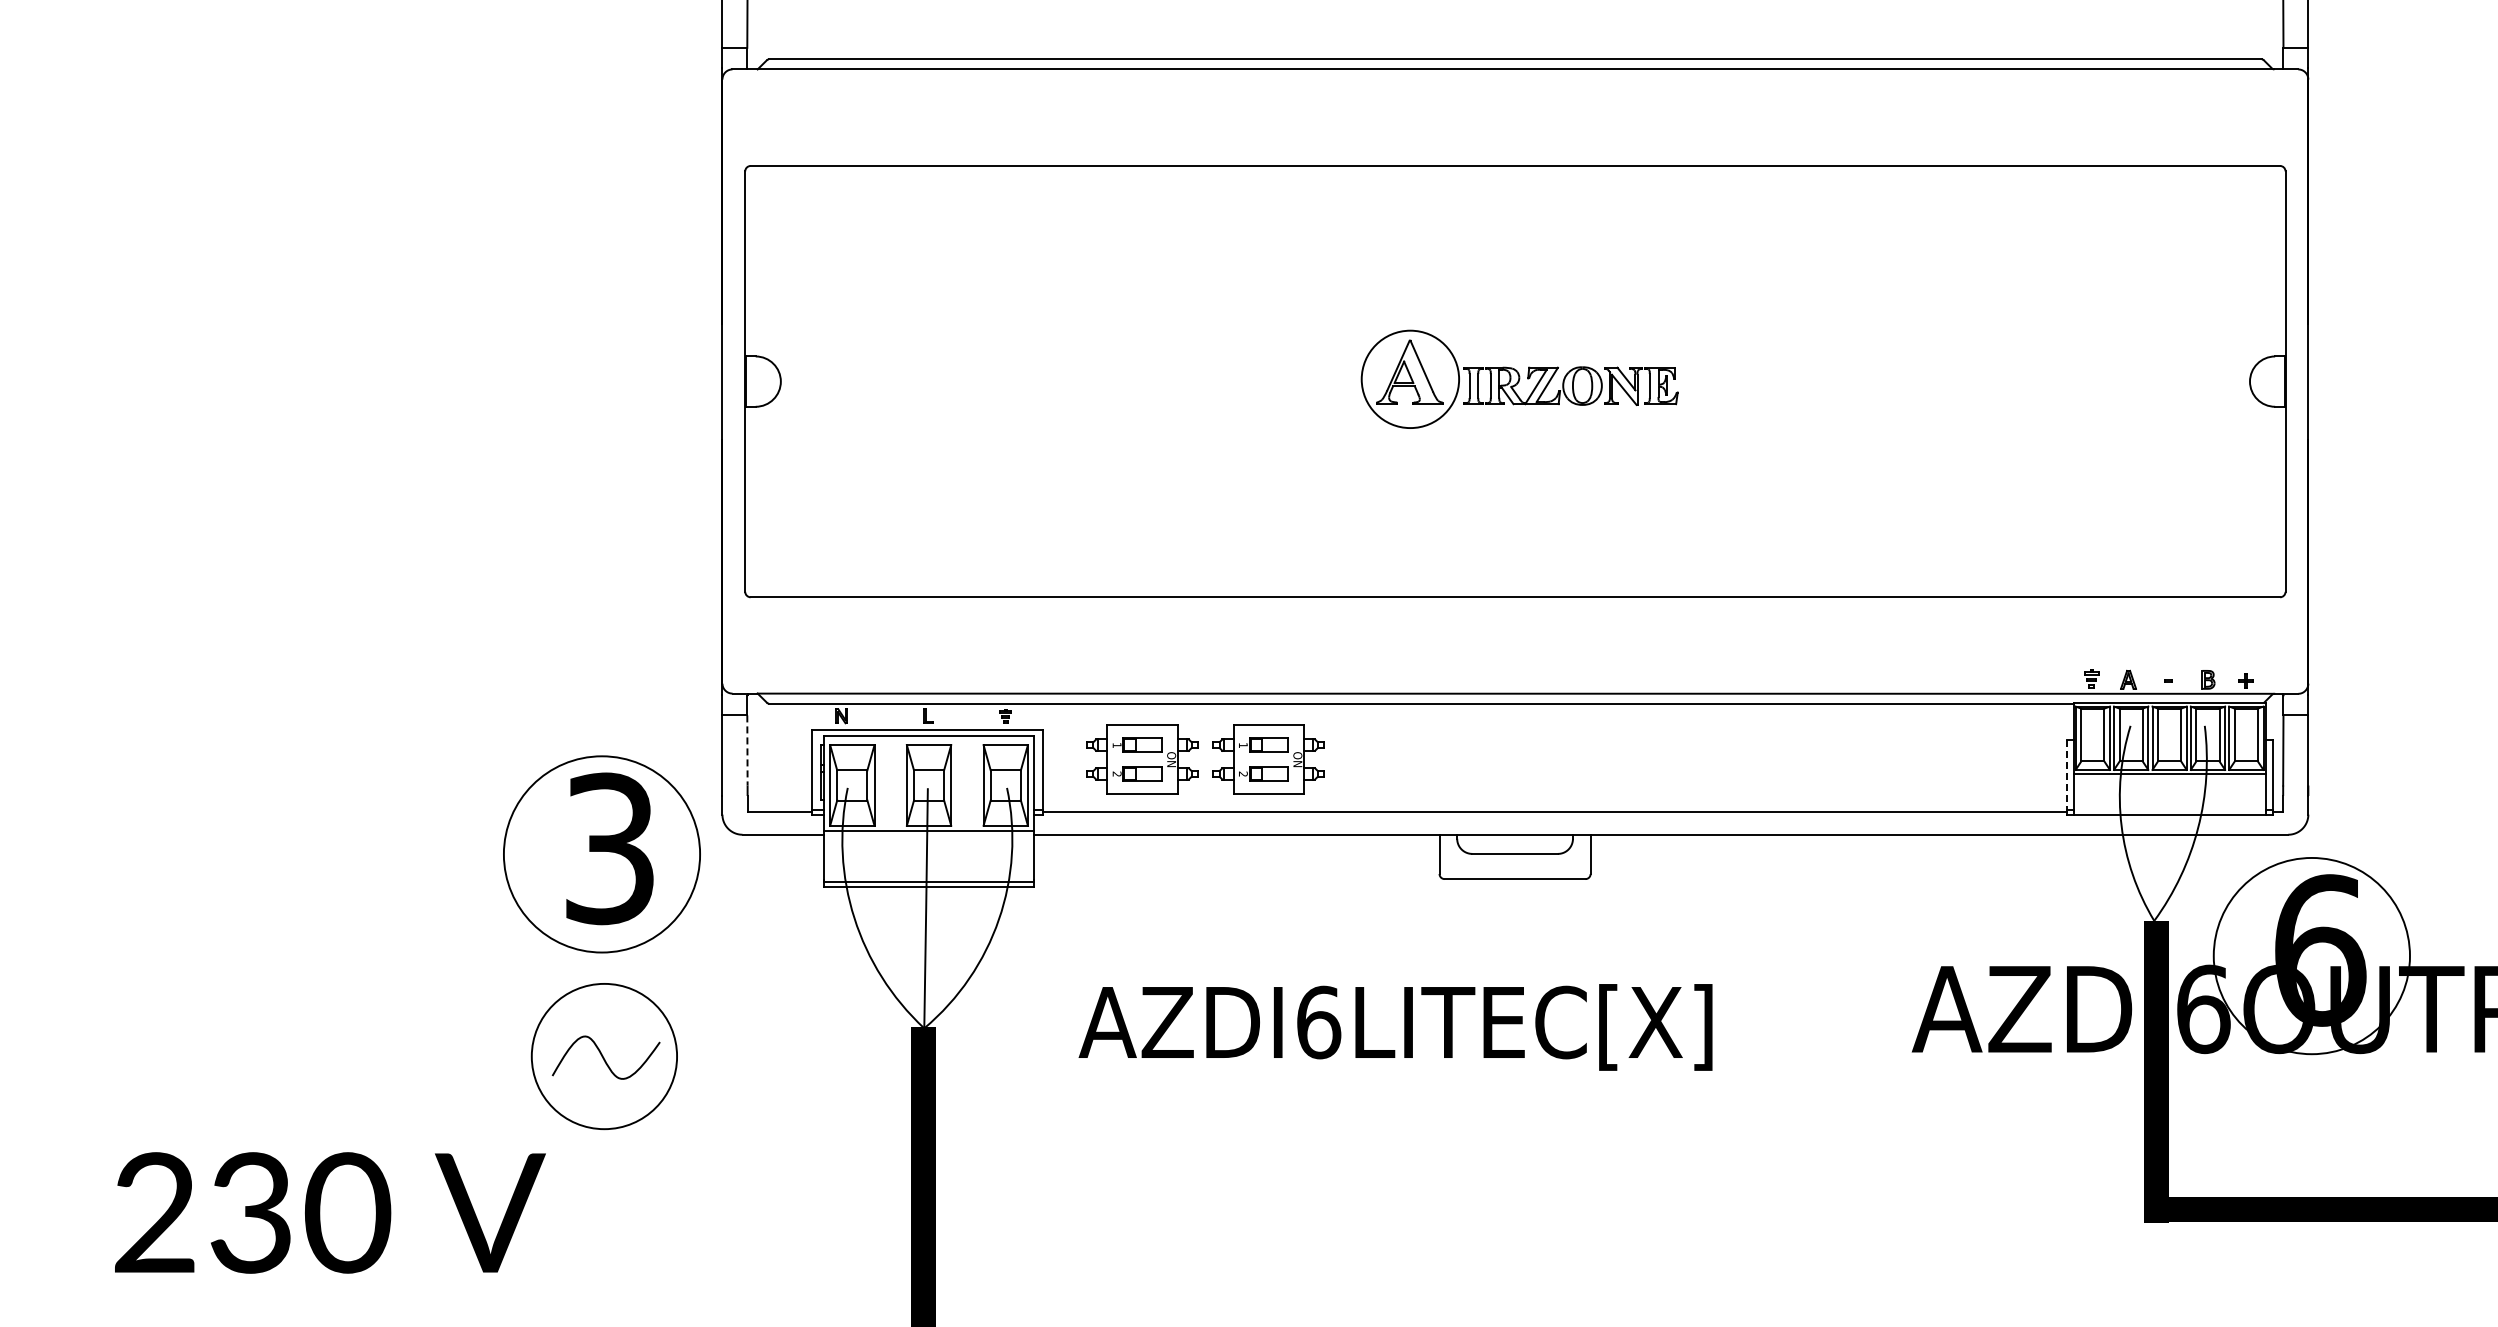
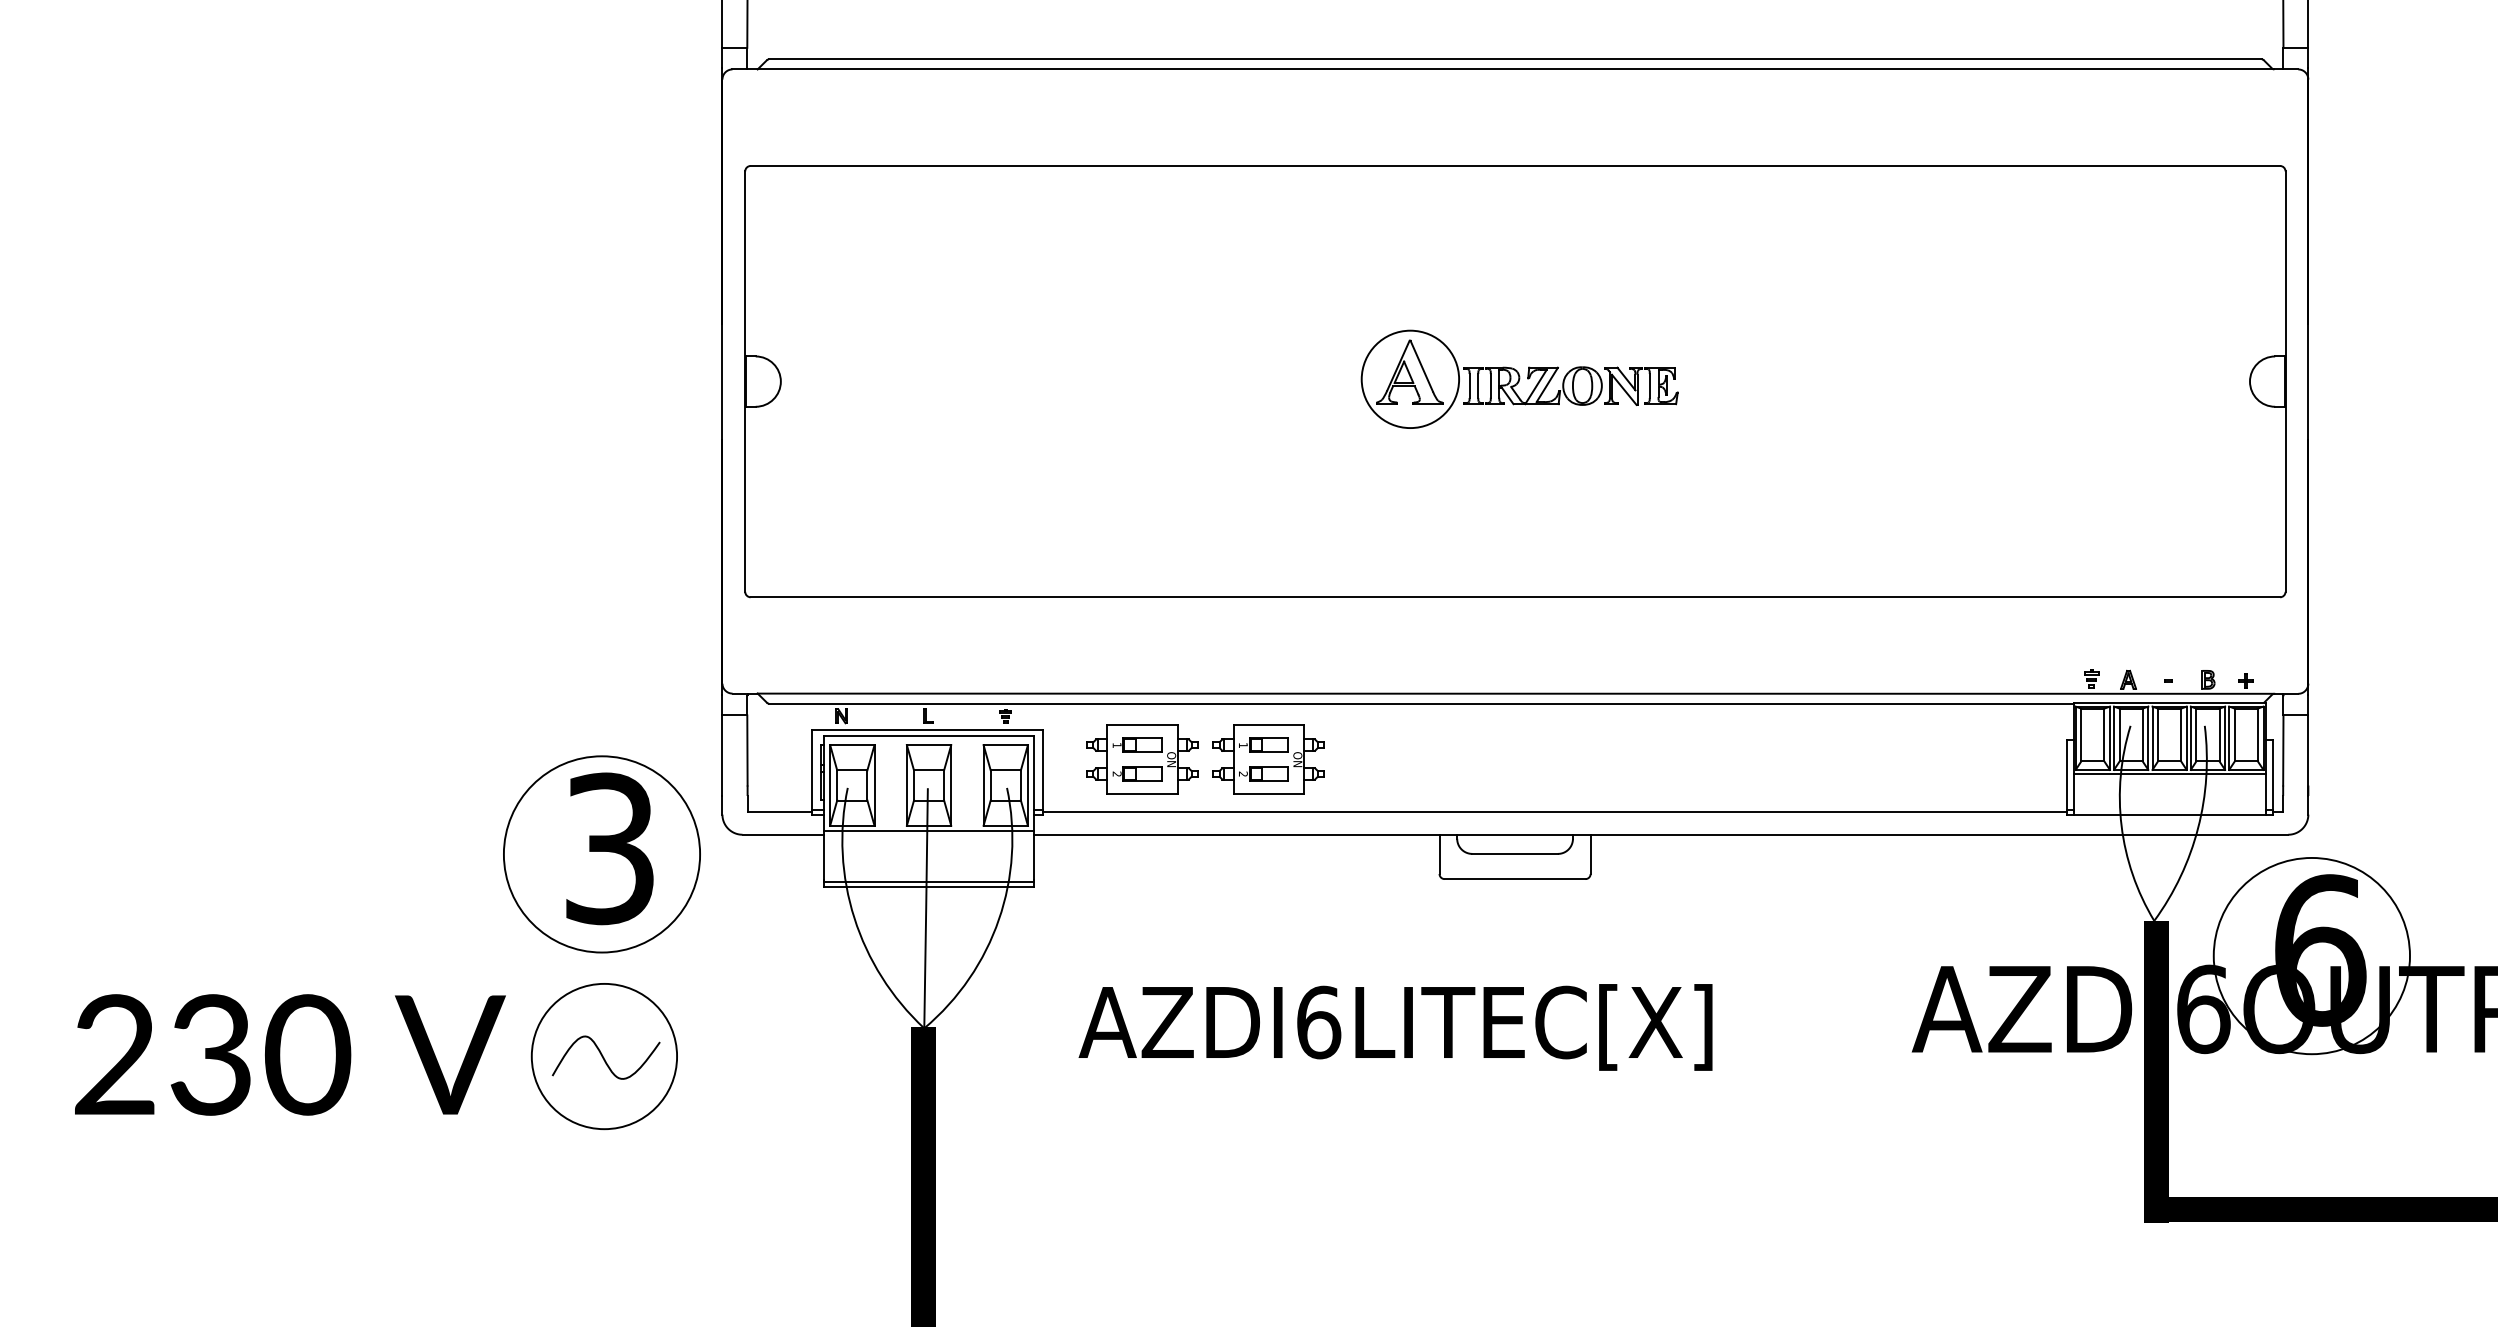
line at (747, 750): dashed -> solid
line at (2066, 775): dashed -> solid
text at (330, 1212) position: (330, 1212) -> (290, 1054)
